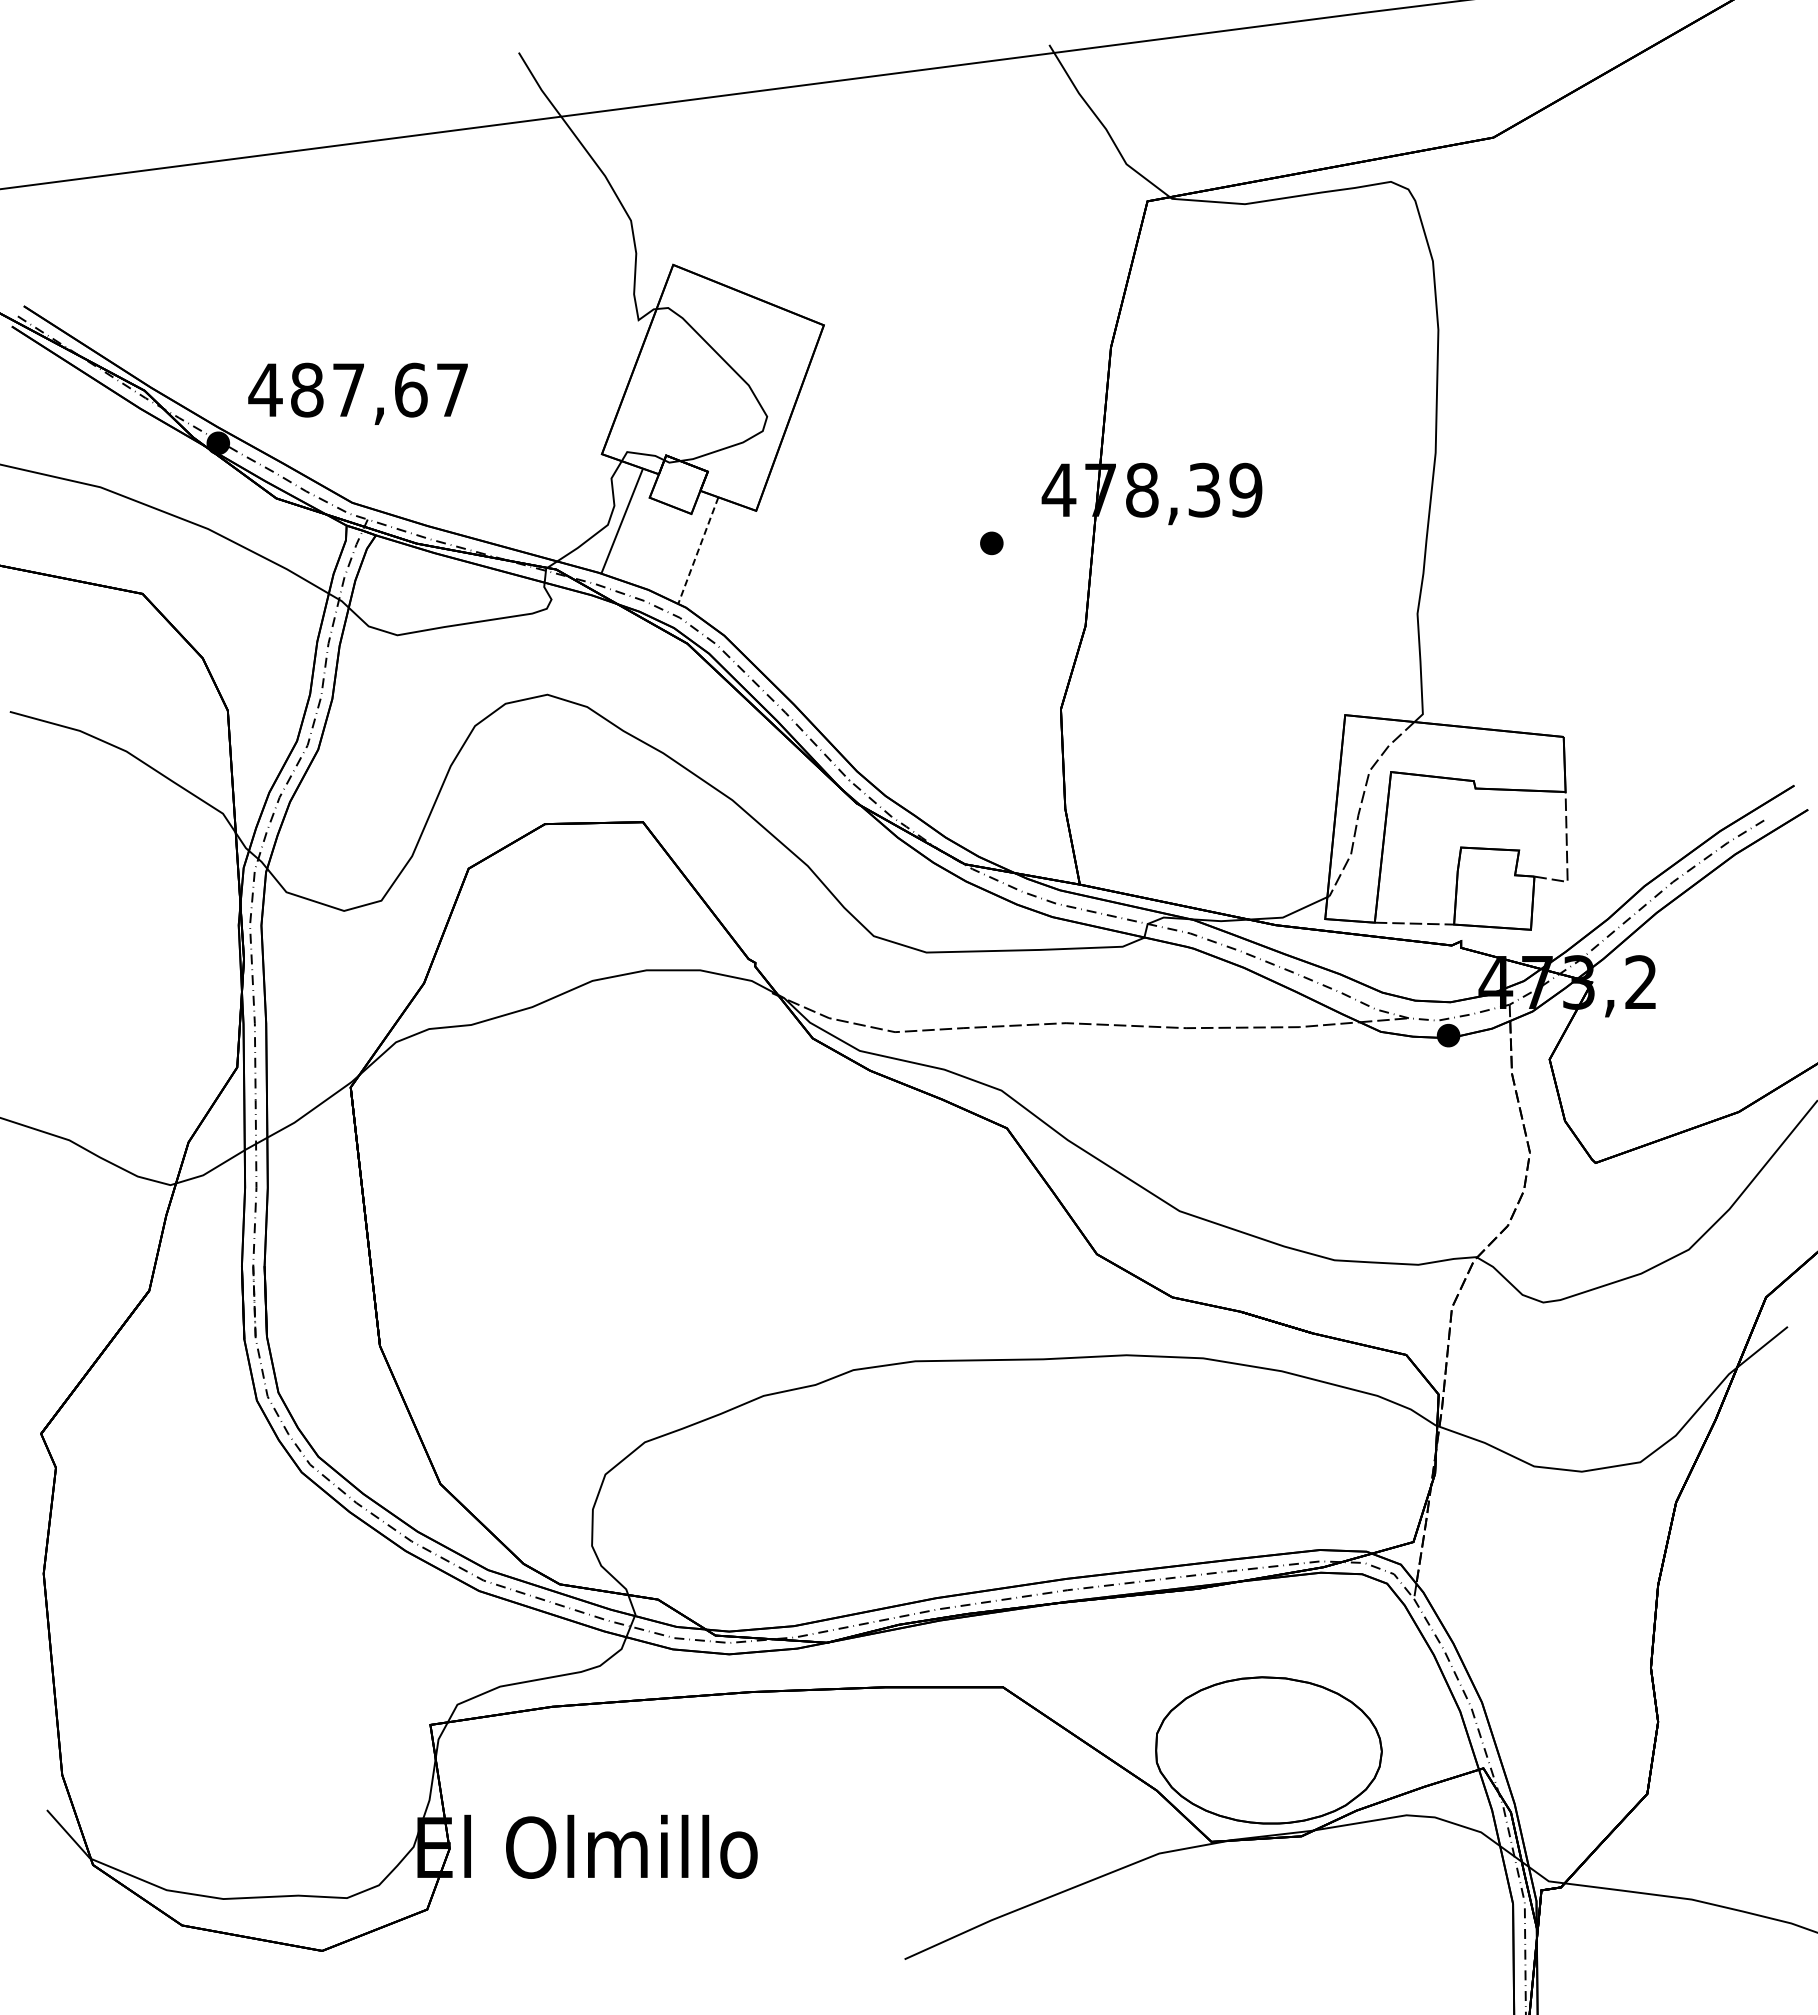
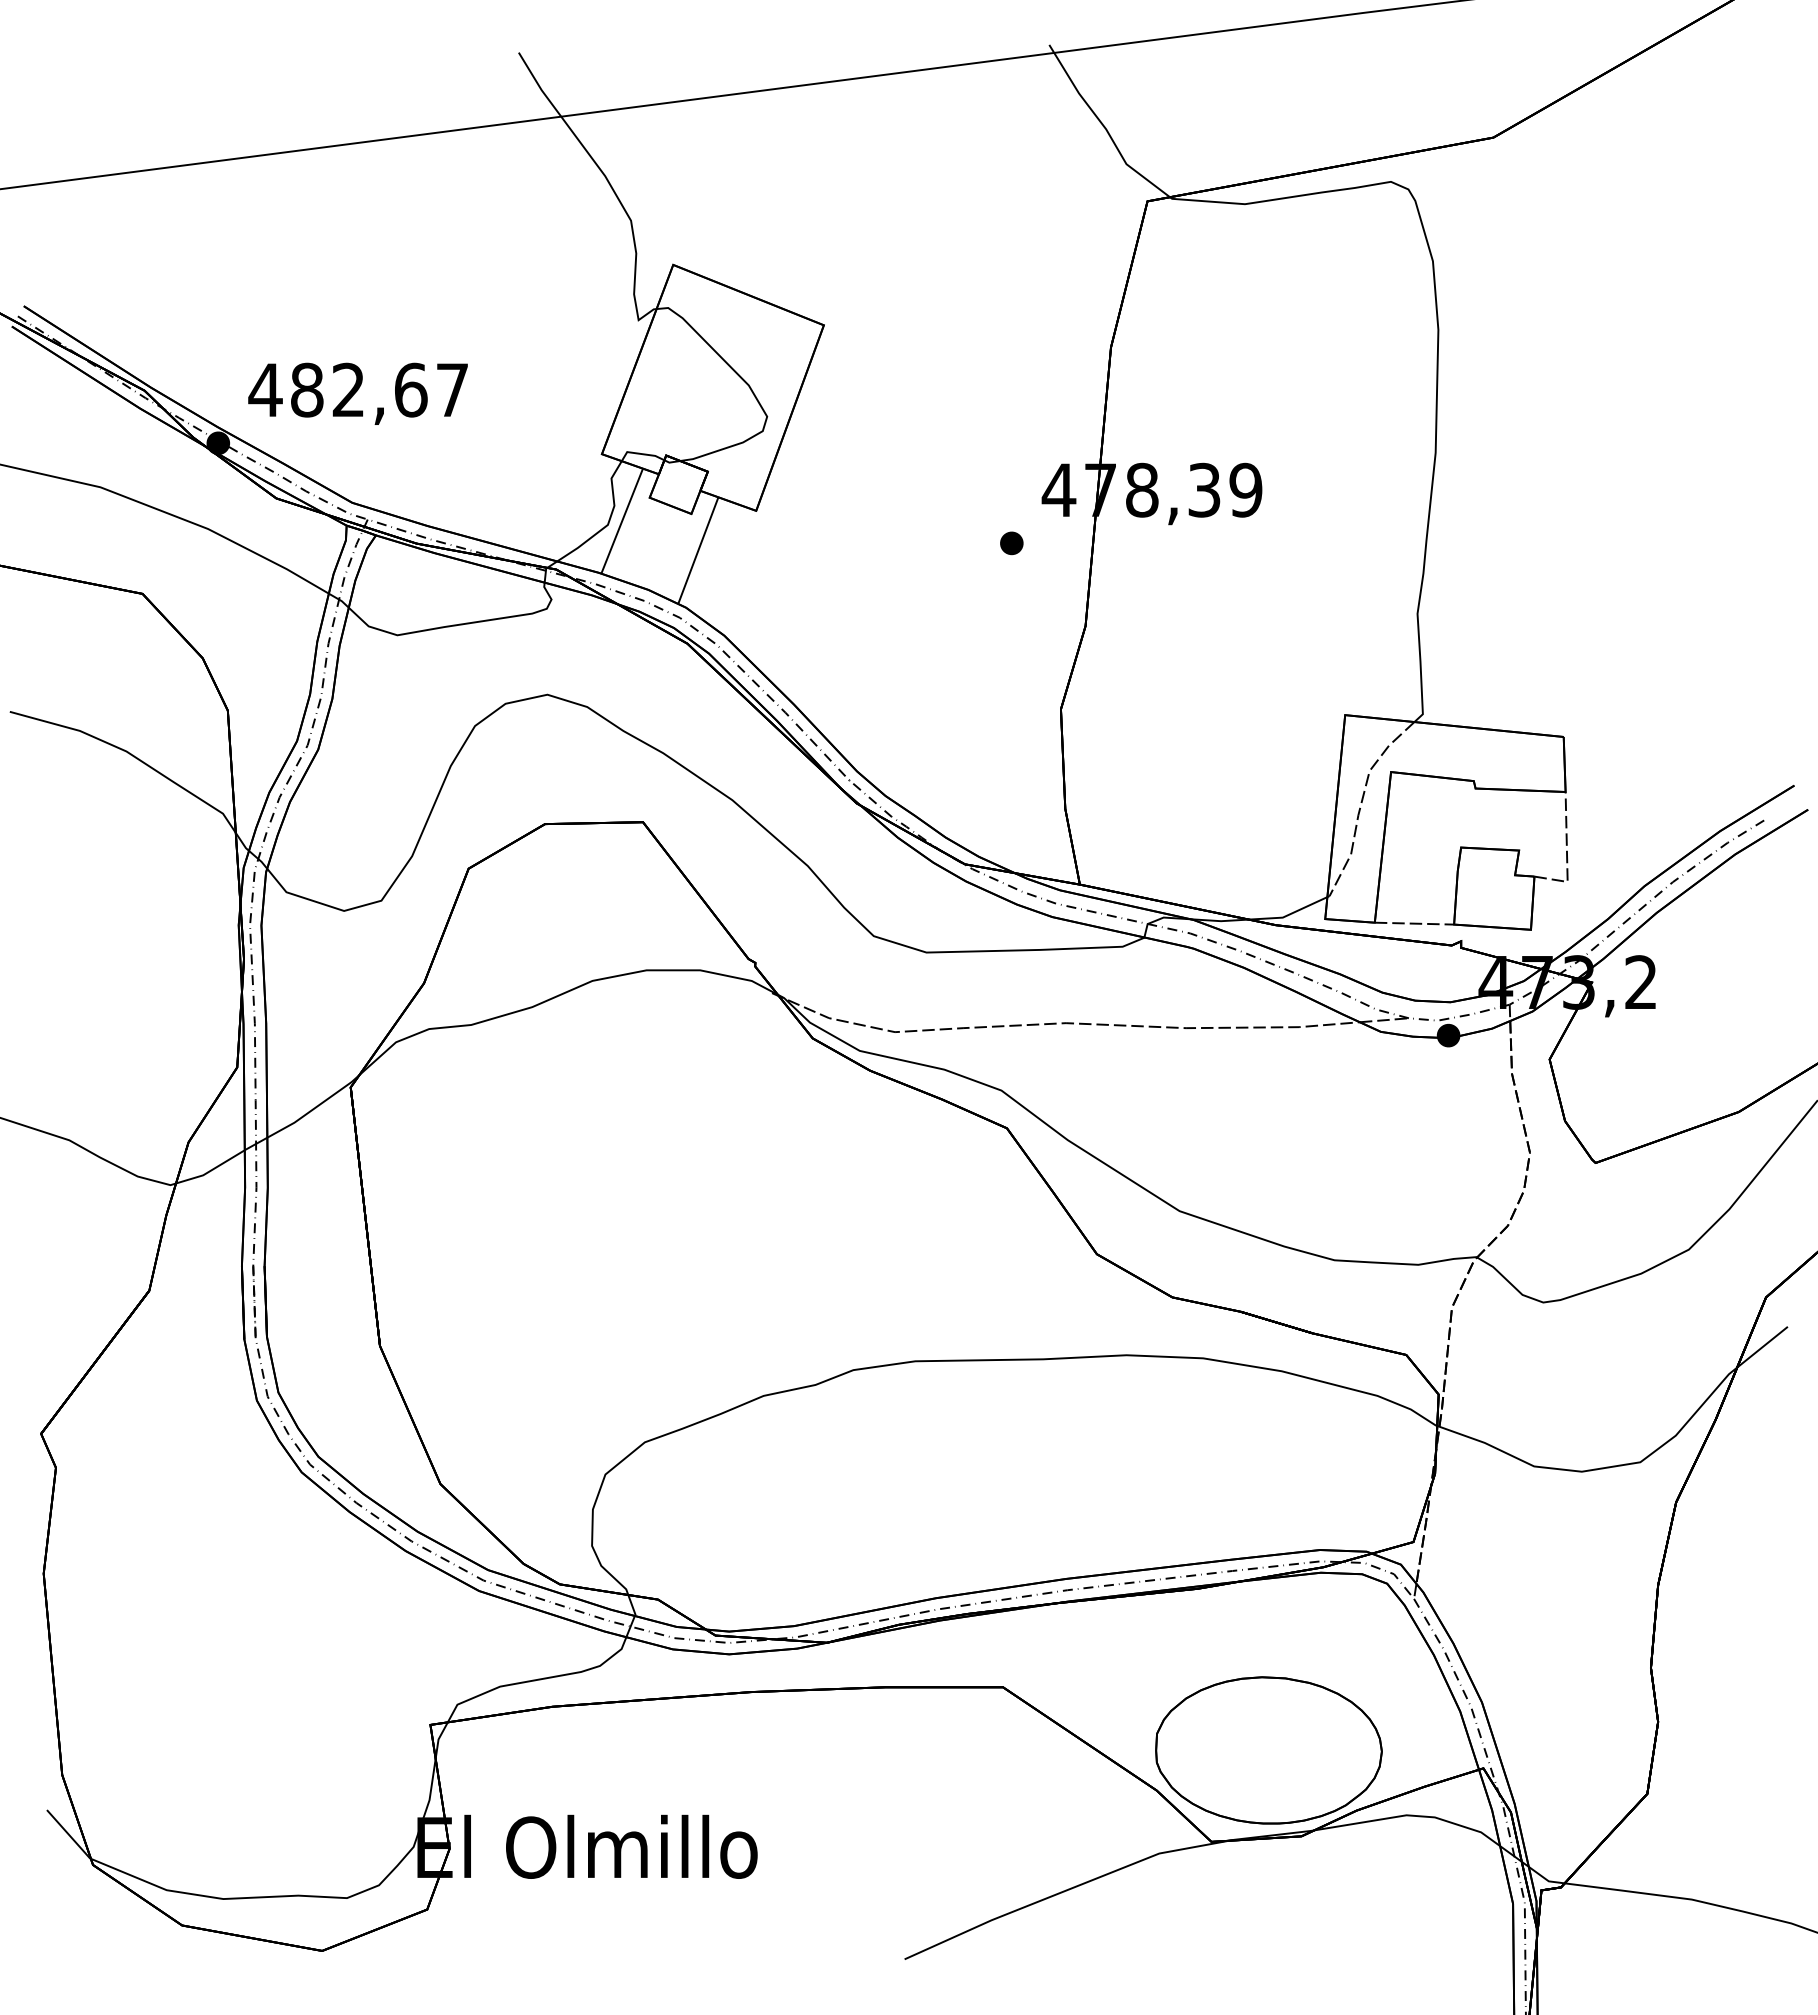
text at (347, 389): 487,67 -> 482,67
part at (991, 543) position: (991, 543) -> (1011, 543)
line at (698, 551): dashed -> solid
